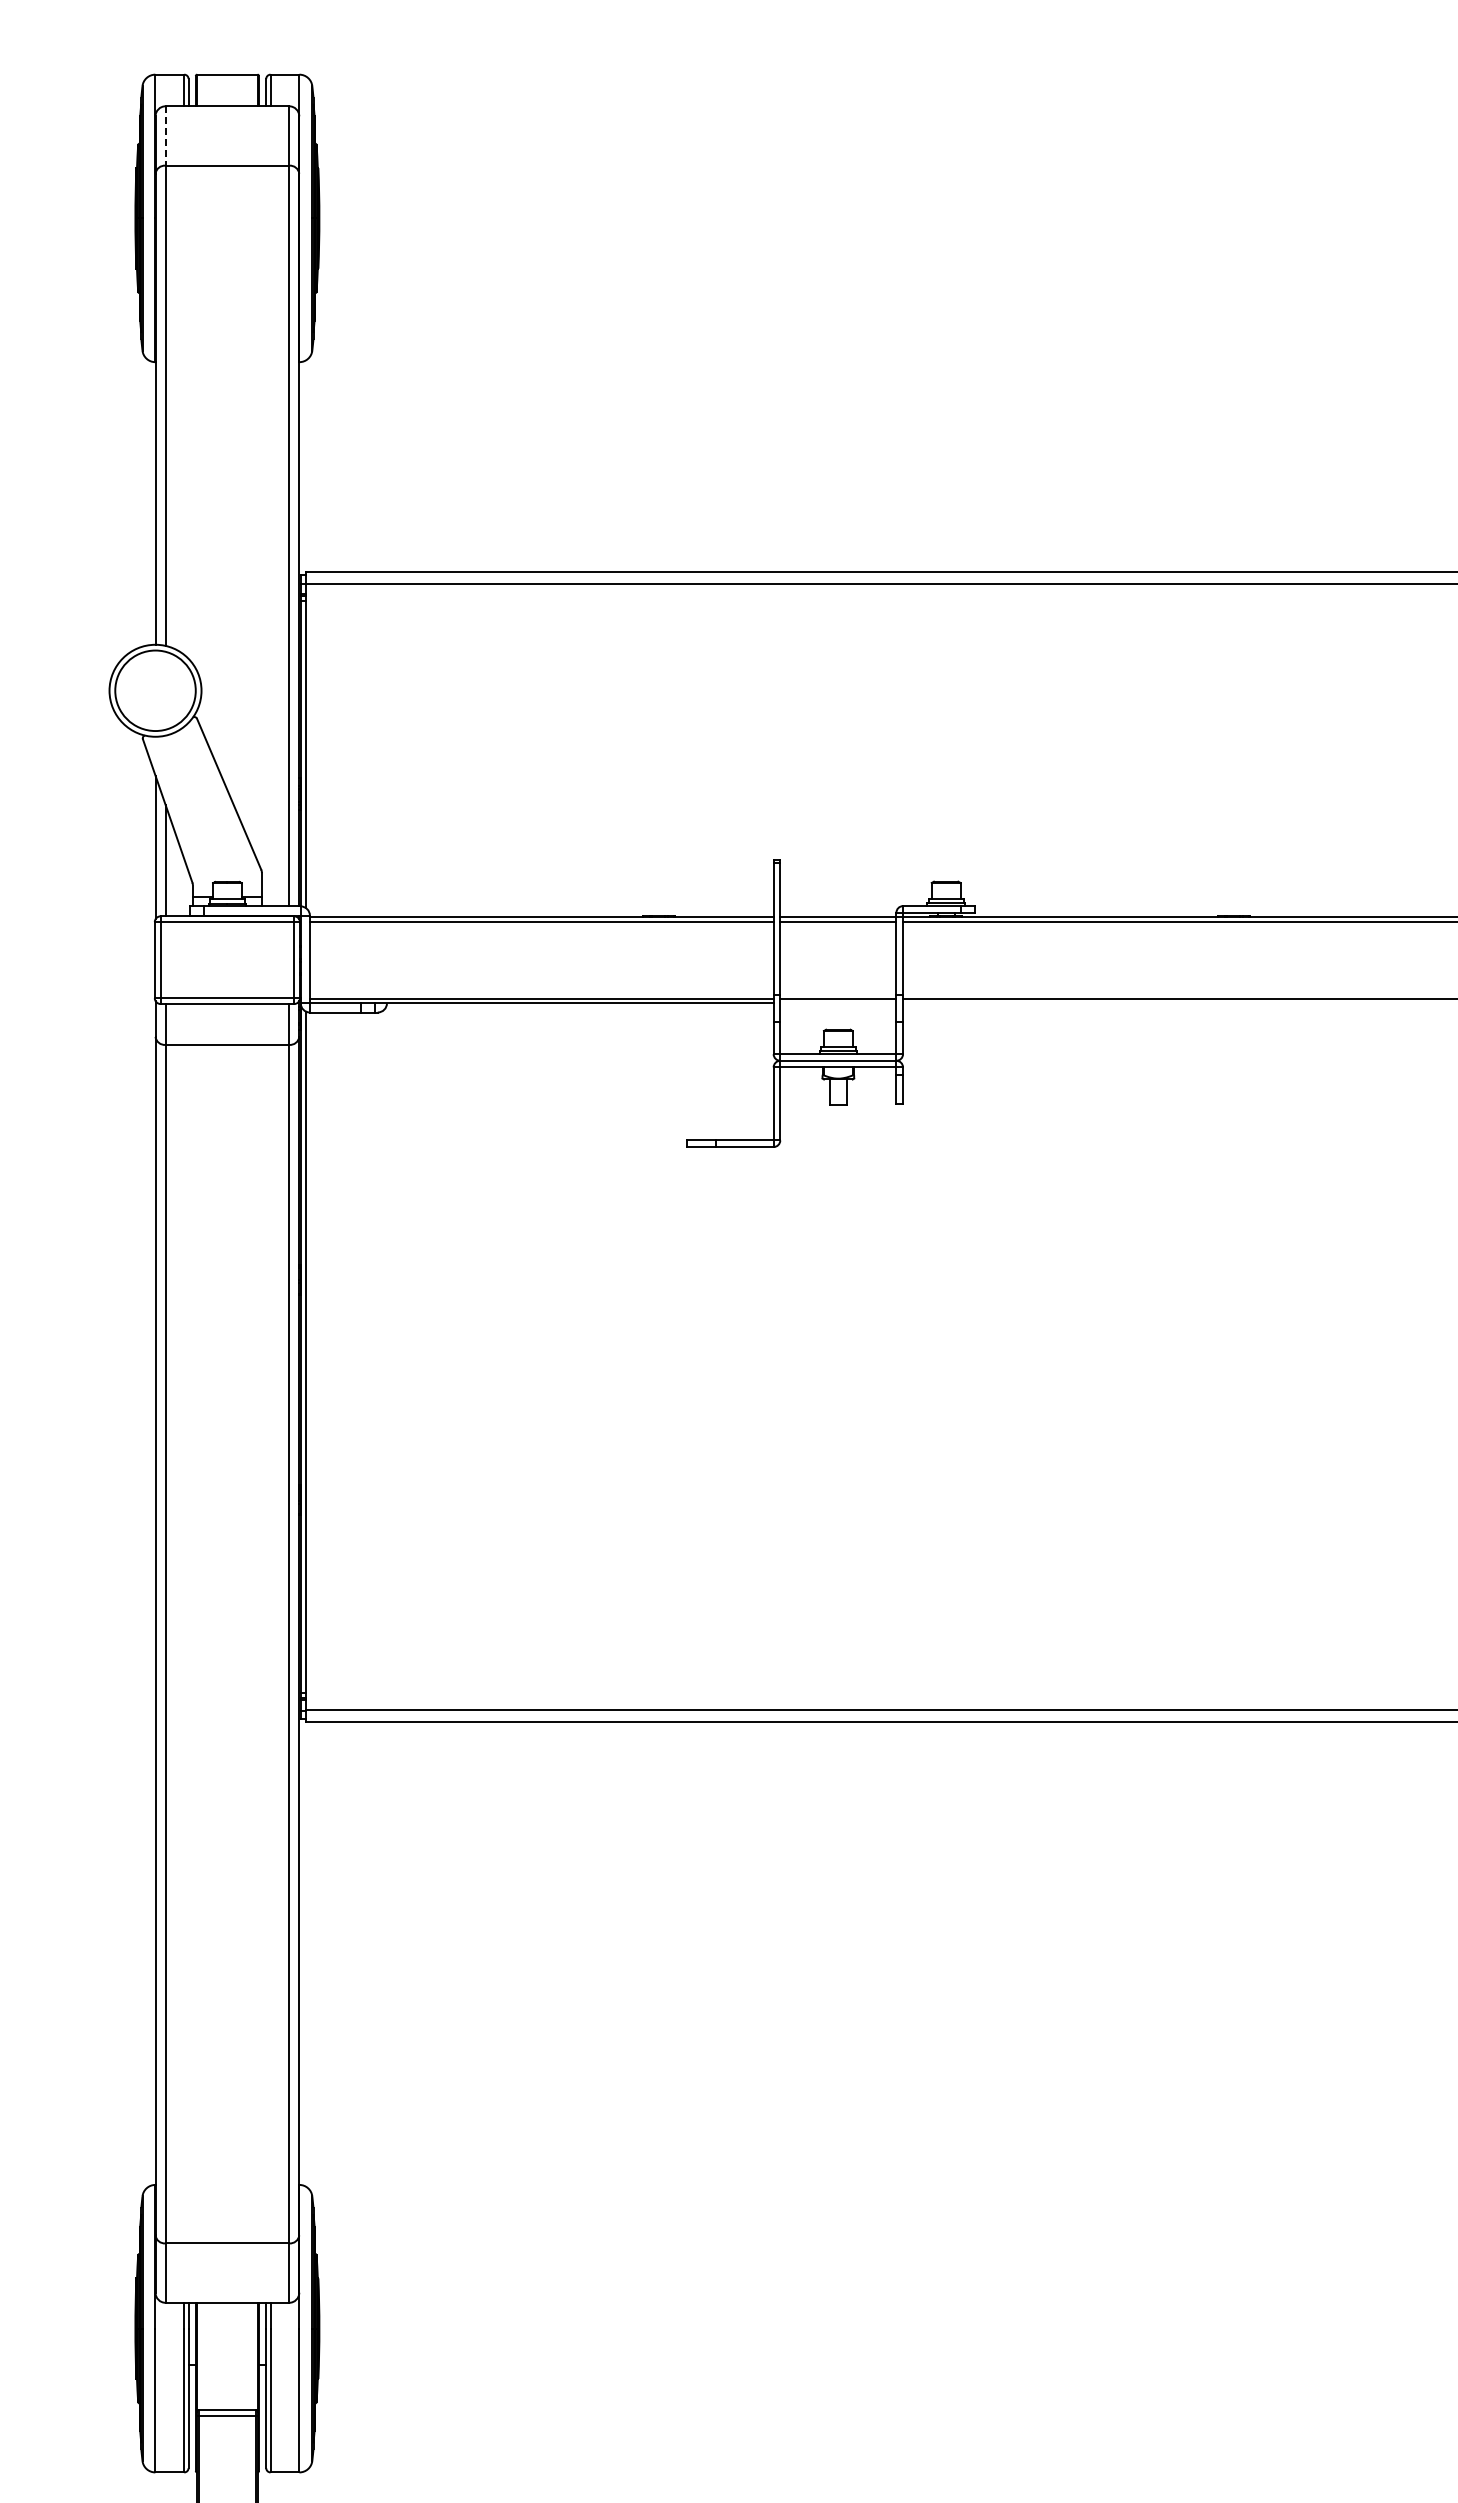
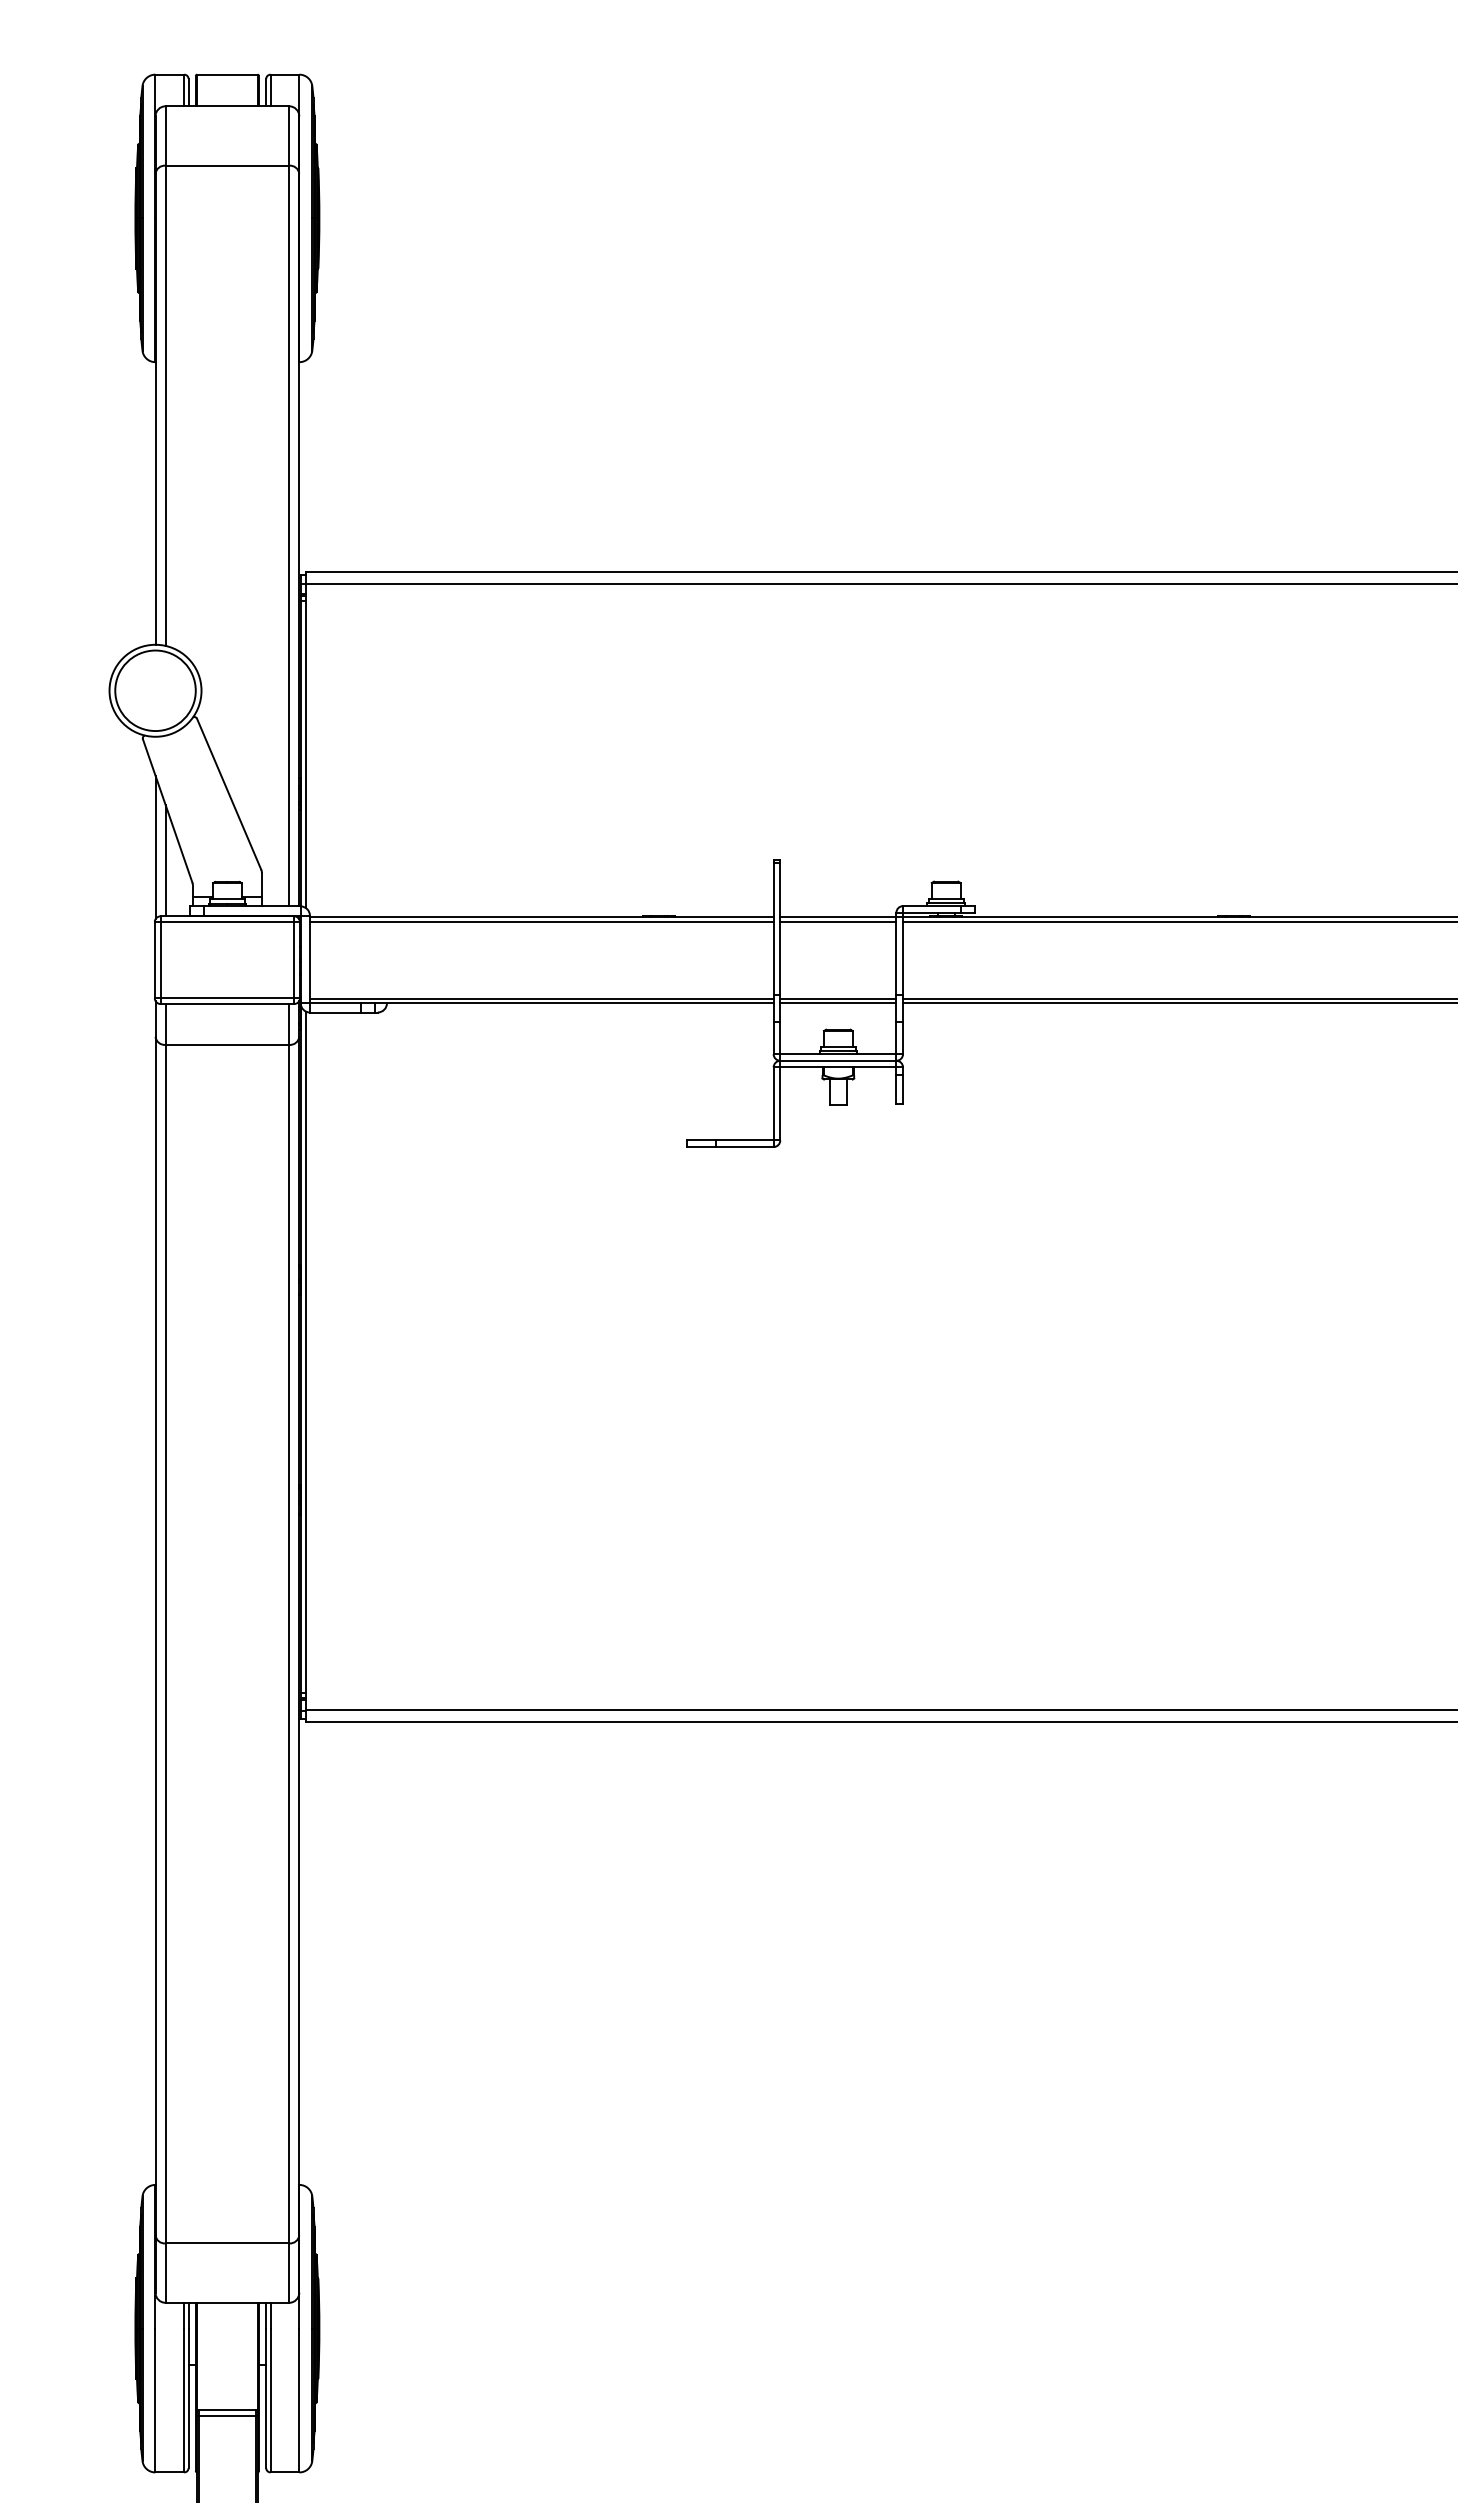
line at (165, 136): dashed -> solid
line at (838, 1003): none -> present
line at (1178, 1003): none -> present
